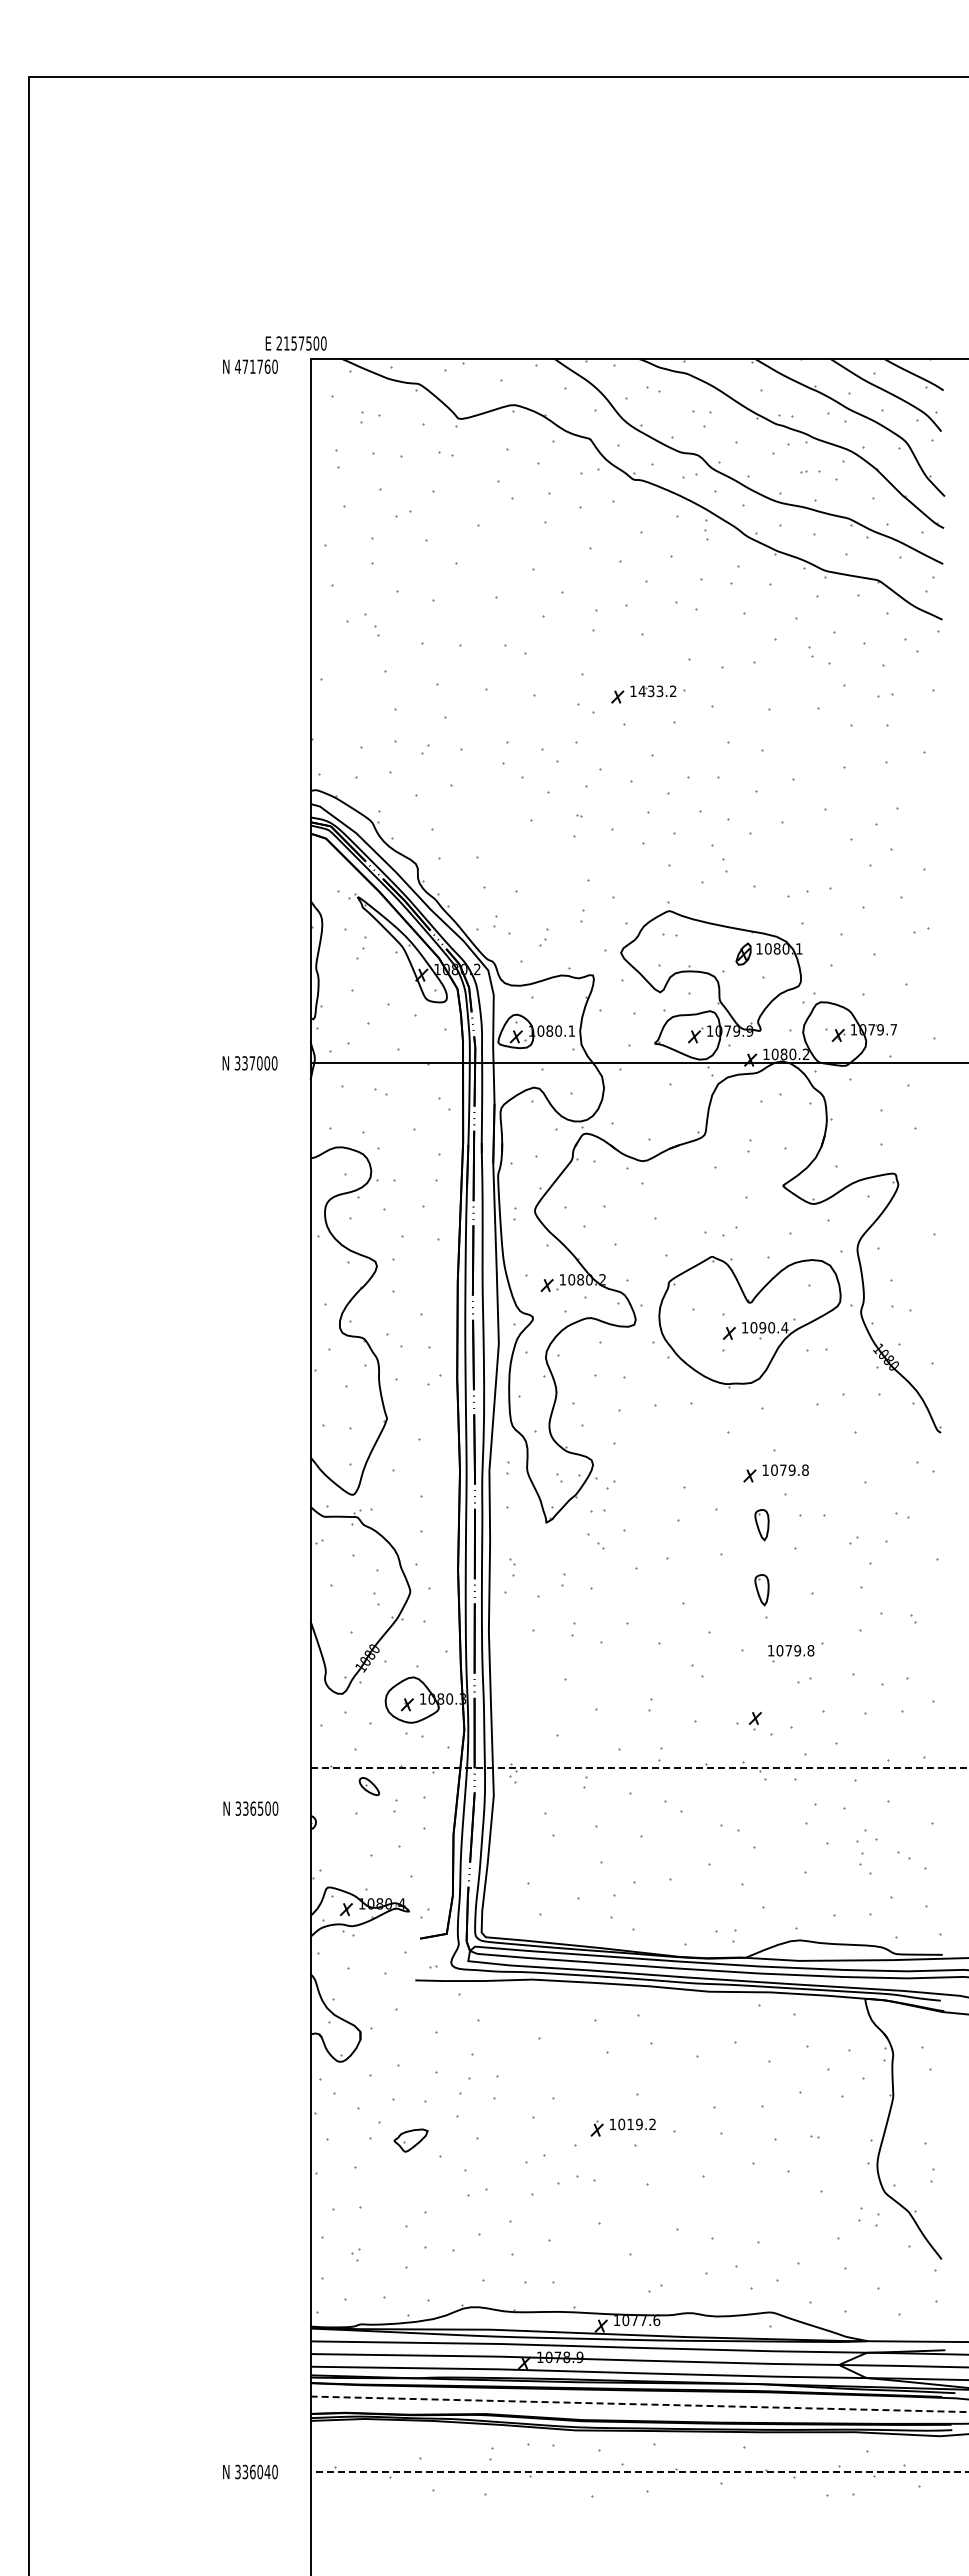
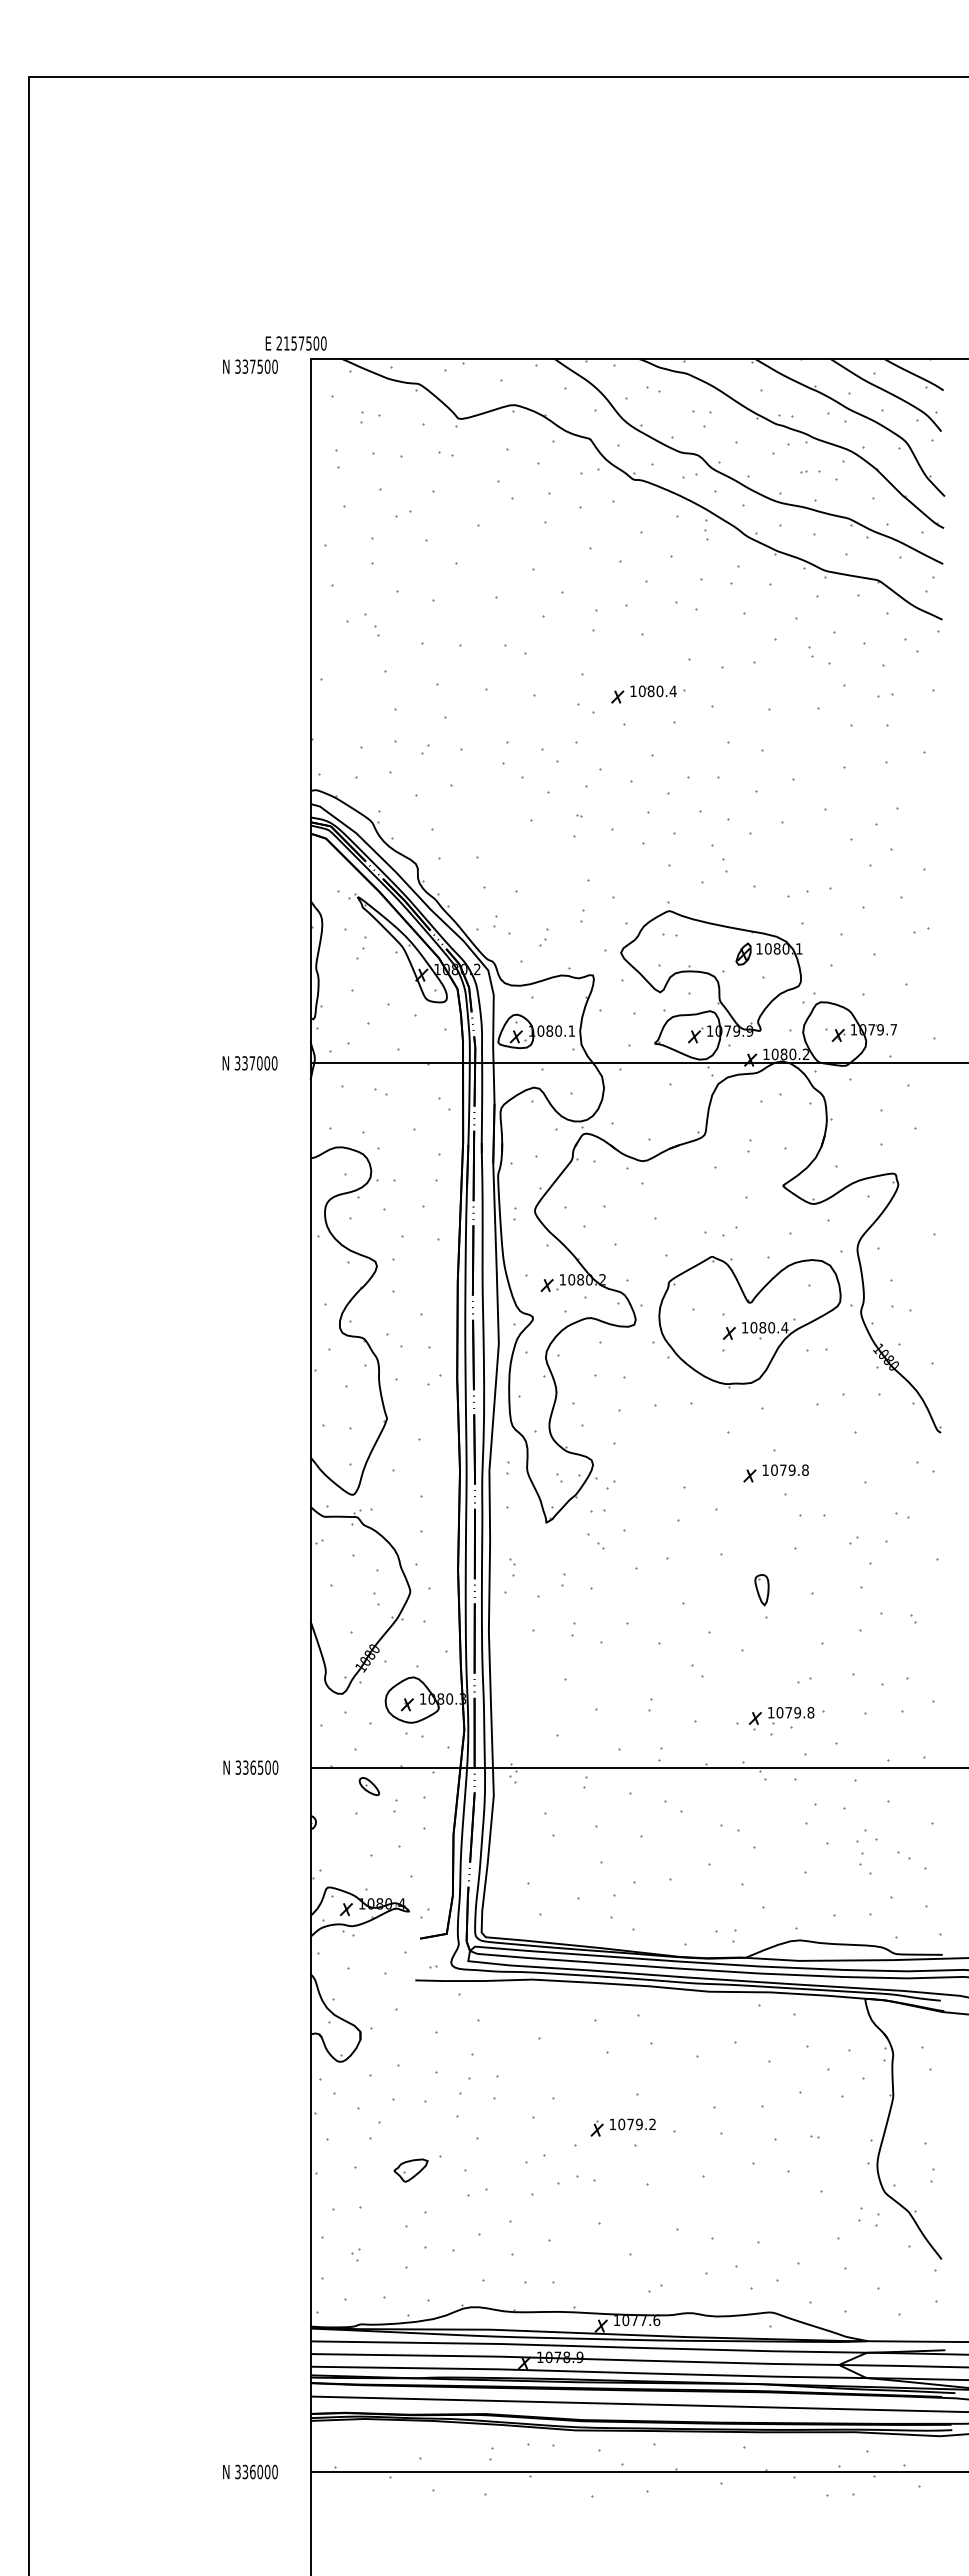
text at (252, 366): 471760 -> 337500
text at (657, 691): 1433.2 -> 1080.4
text at (762, 1327): 1090.4 -> 1080.4
part at (761, 1525): present -> none
part at (791, 1653) position: (791, 1653) -> (791, 1715)
line at (639, 1767): dashed -> solid
text at (250, 1808) position: (250, 1808) -> (250, 1767)
text at (630, 2124): 1019.2 -> 1079.2
part at (410, 2140) position: (410, 2140) -> (410, 2170)
line at (639, 2404): dashed -> solid
text at (267, 2471): 336040 -> 336000
line at (639, 2472): dashed -> solid
